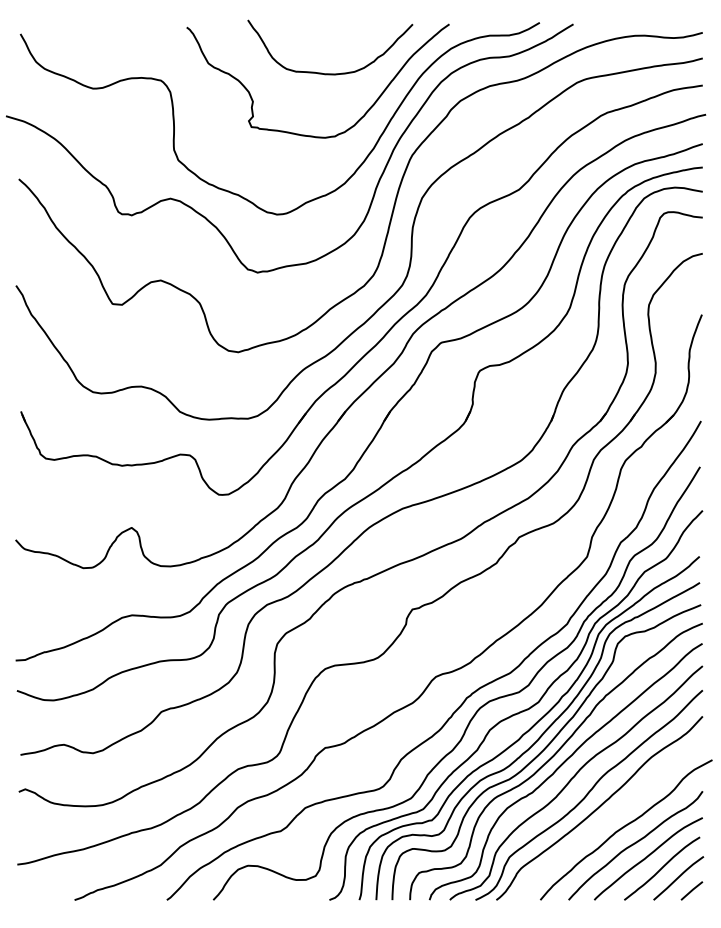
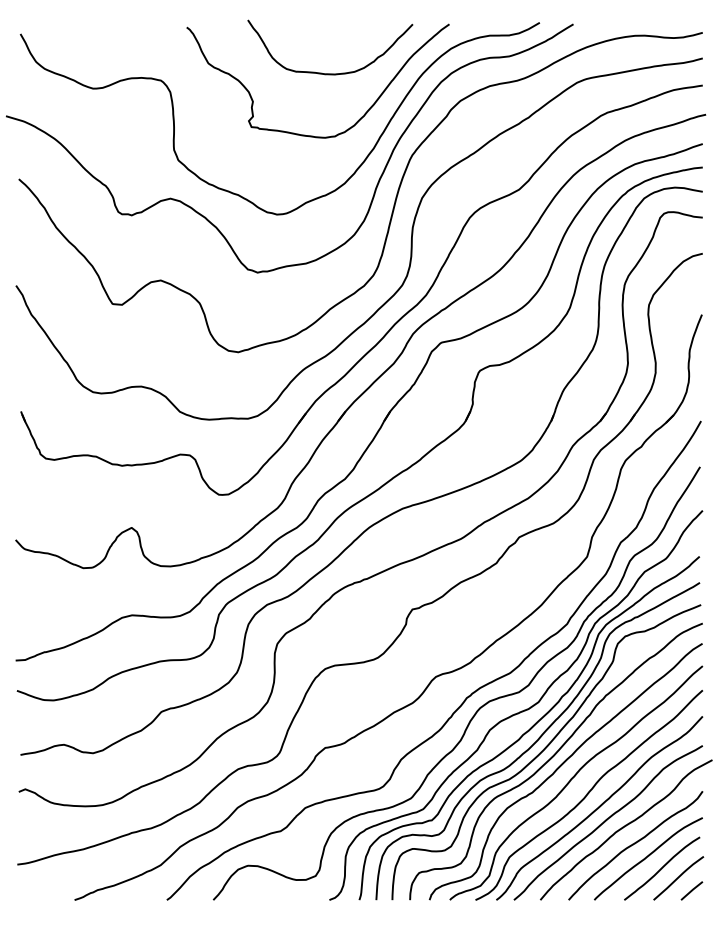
curve at (606, 821): none -> present
